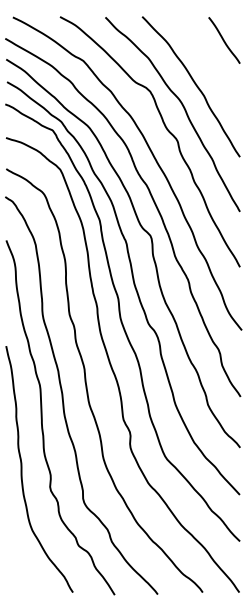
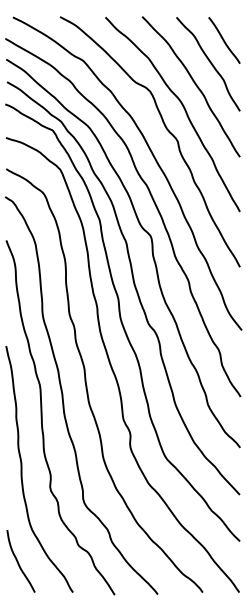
curve at (209, 62): none -> present
curve at (18, 561): none -> present
